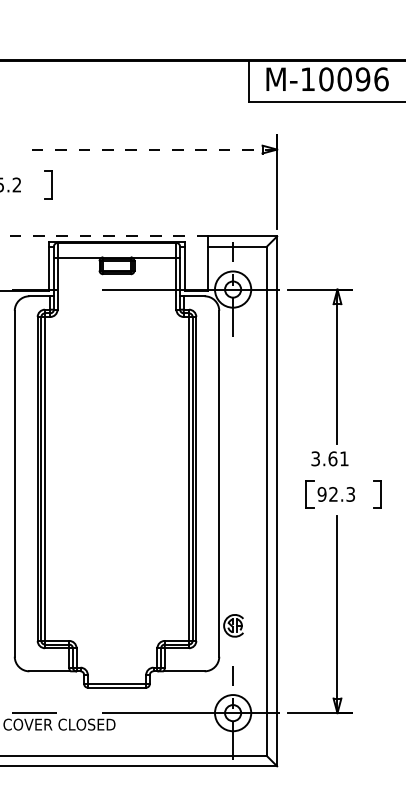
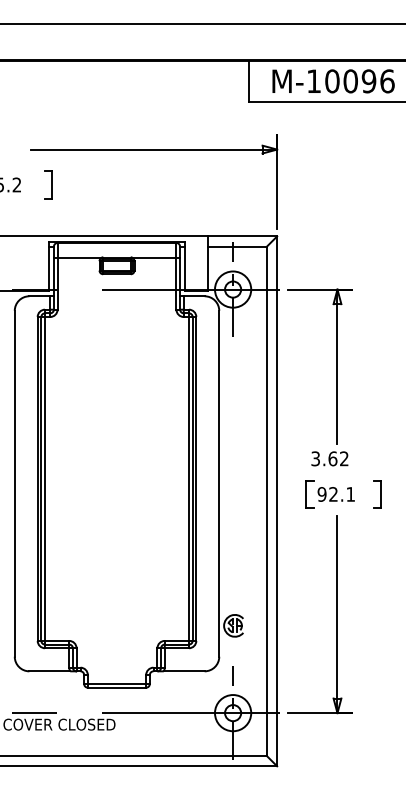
line at (202, 23): none -> present
text at (327, 79) position: (327, 79) -> (333, 81)
line at (153, 149): dashed -> solid
line at (104, 236): dashed -> solid
text at (344, 458): 3.61 -> 3.62
text at (350, 494): 92.3 -> 92.1
